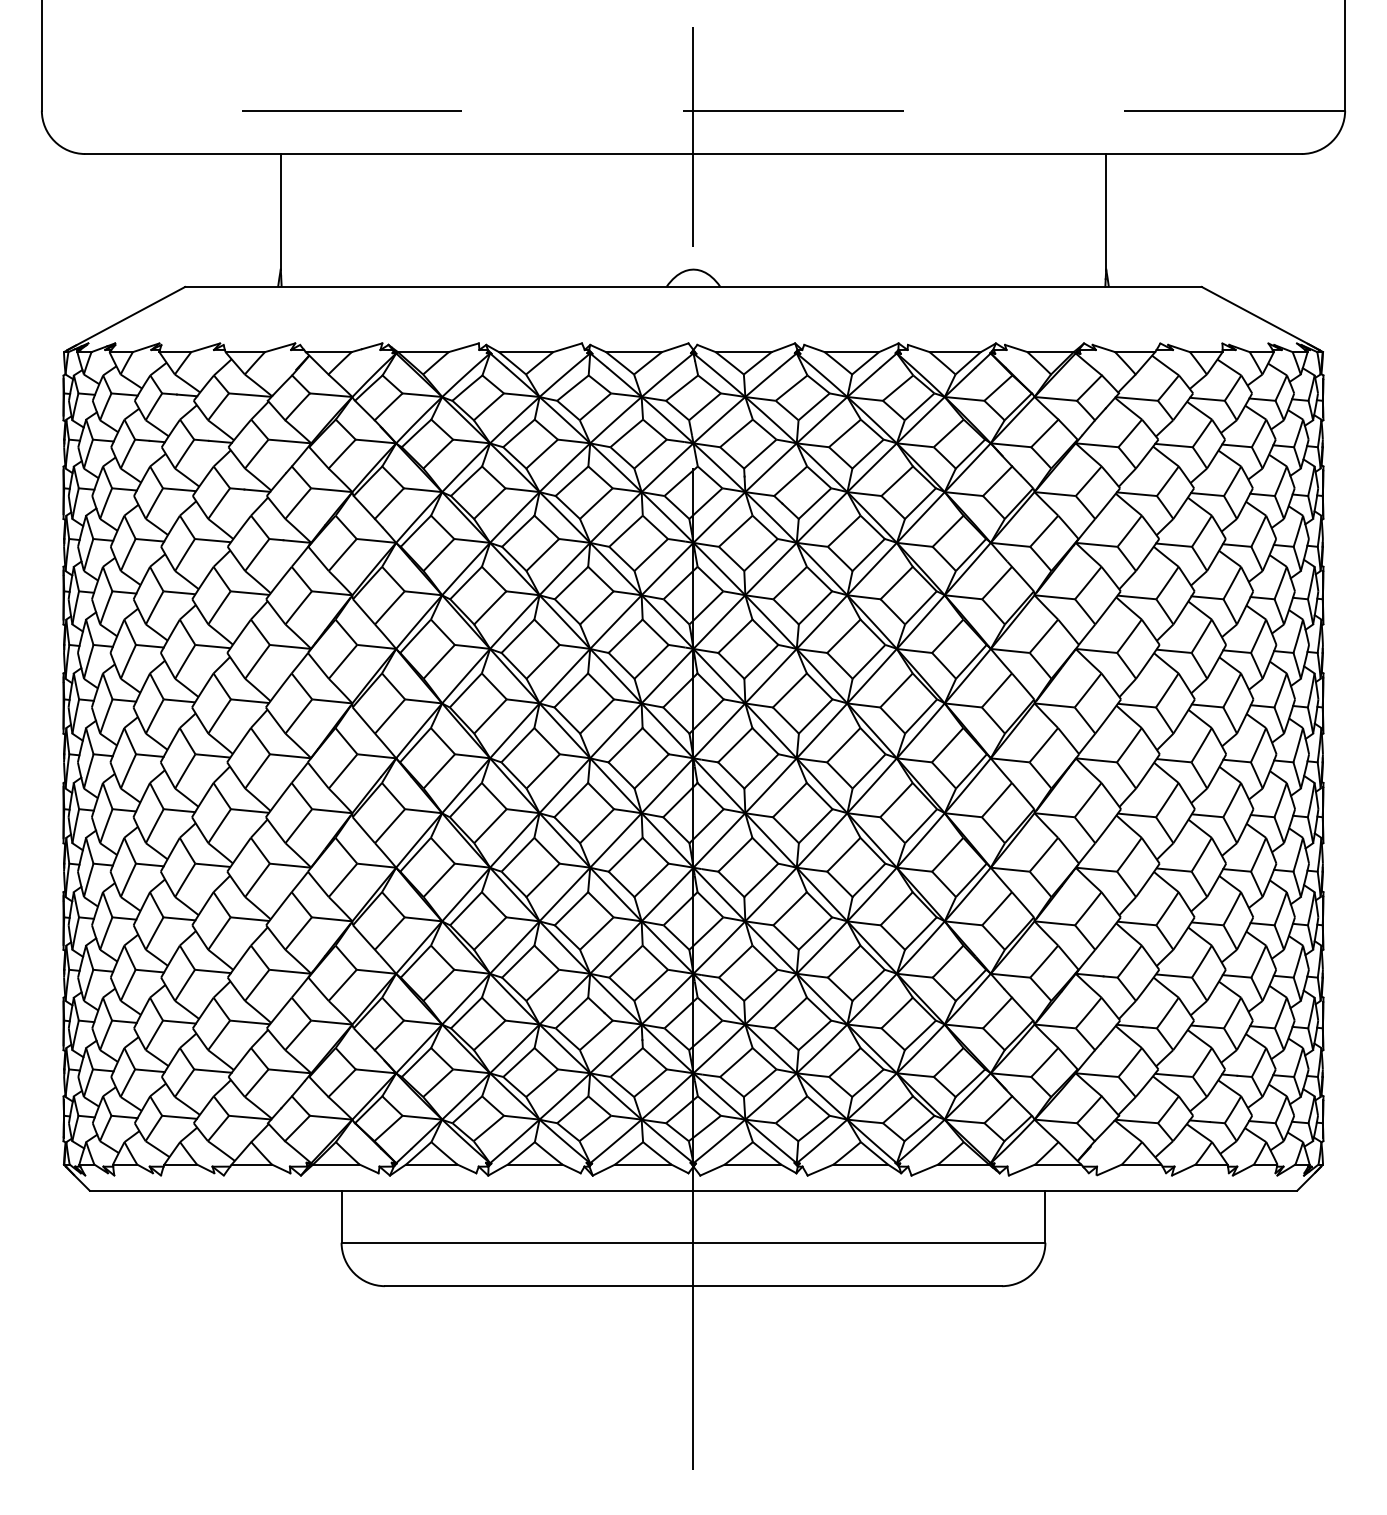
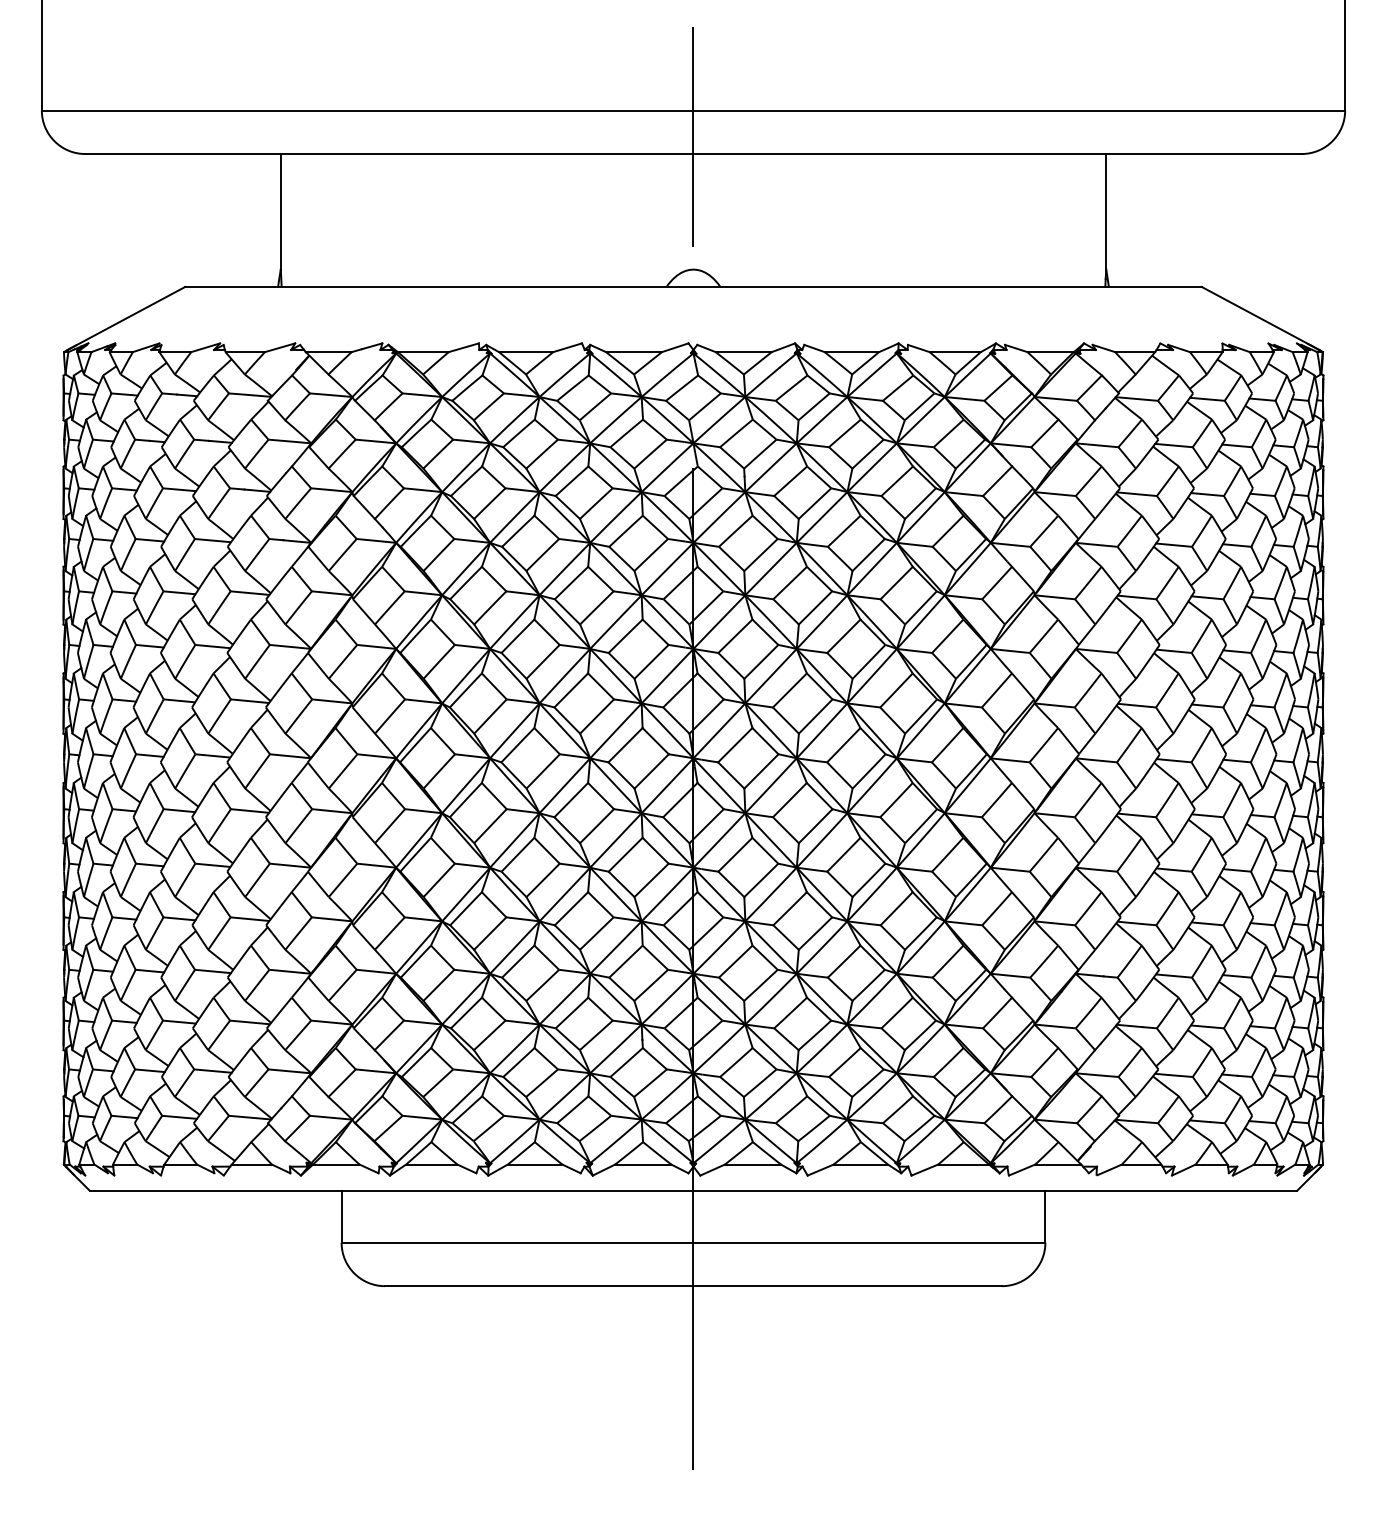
line at (693, 110): dashed -> solid
